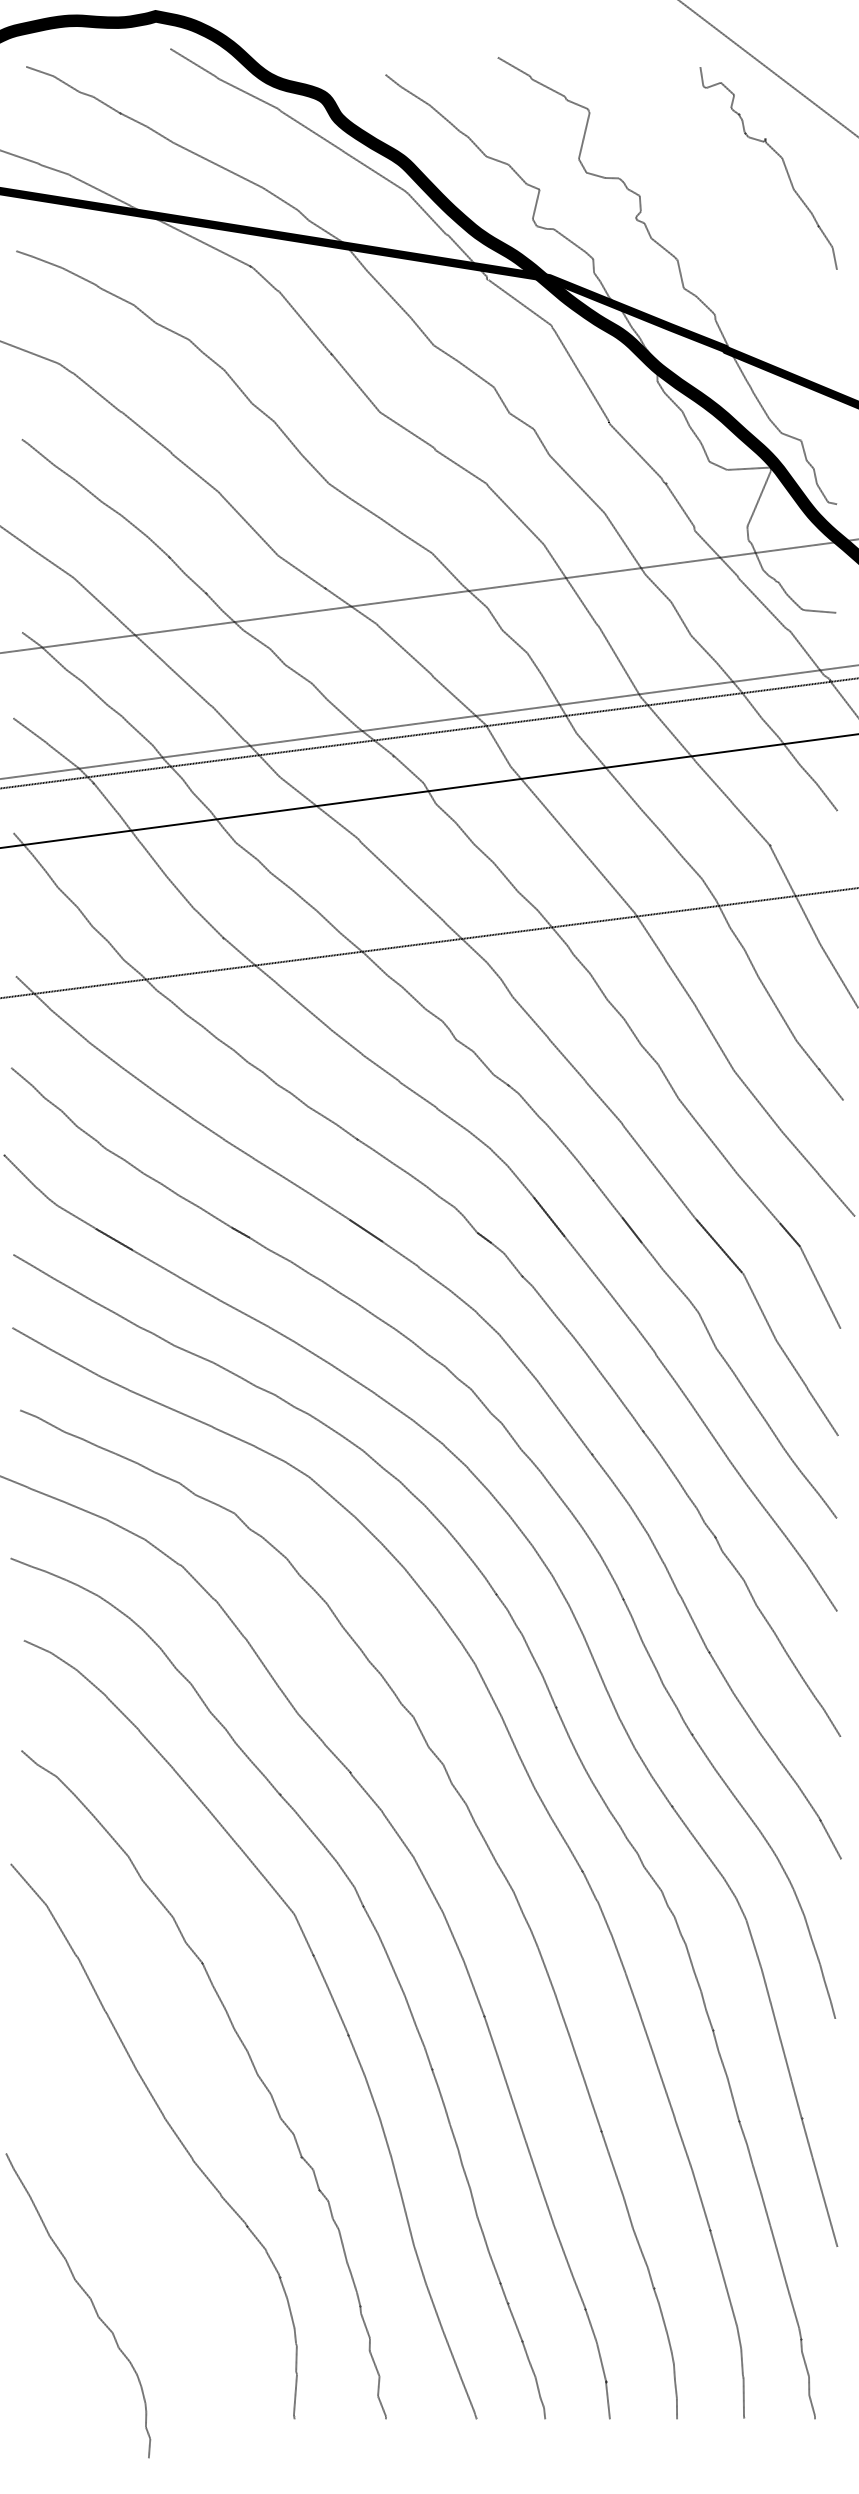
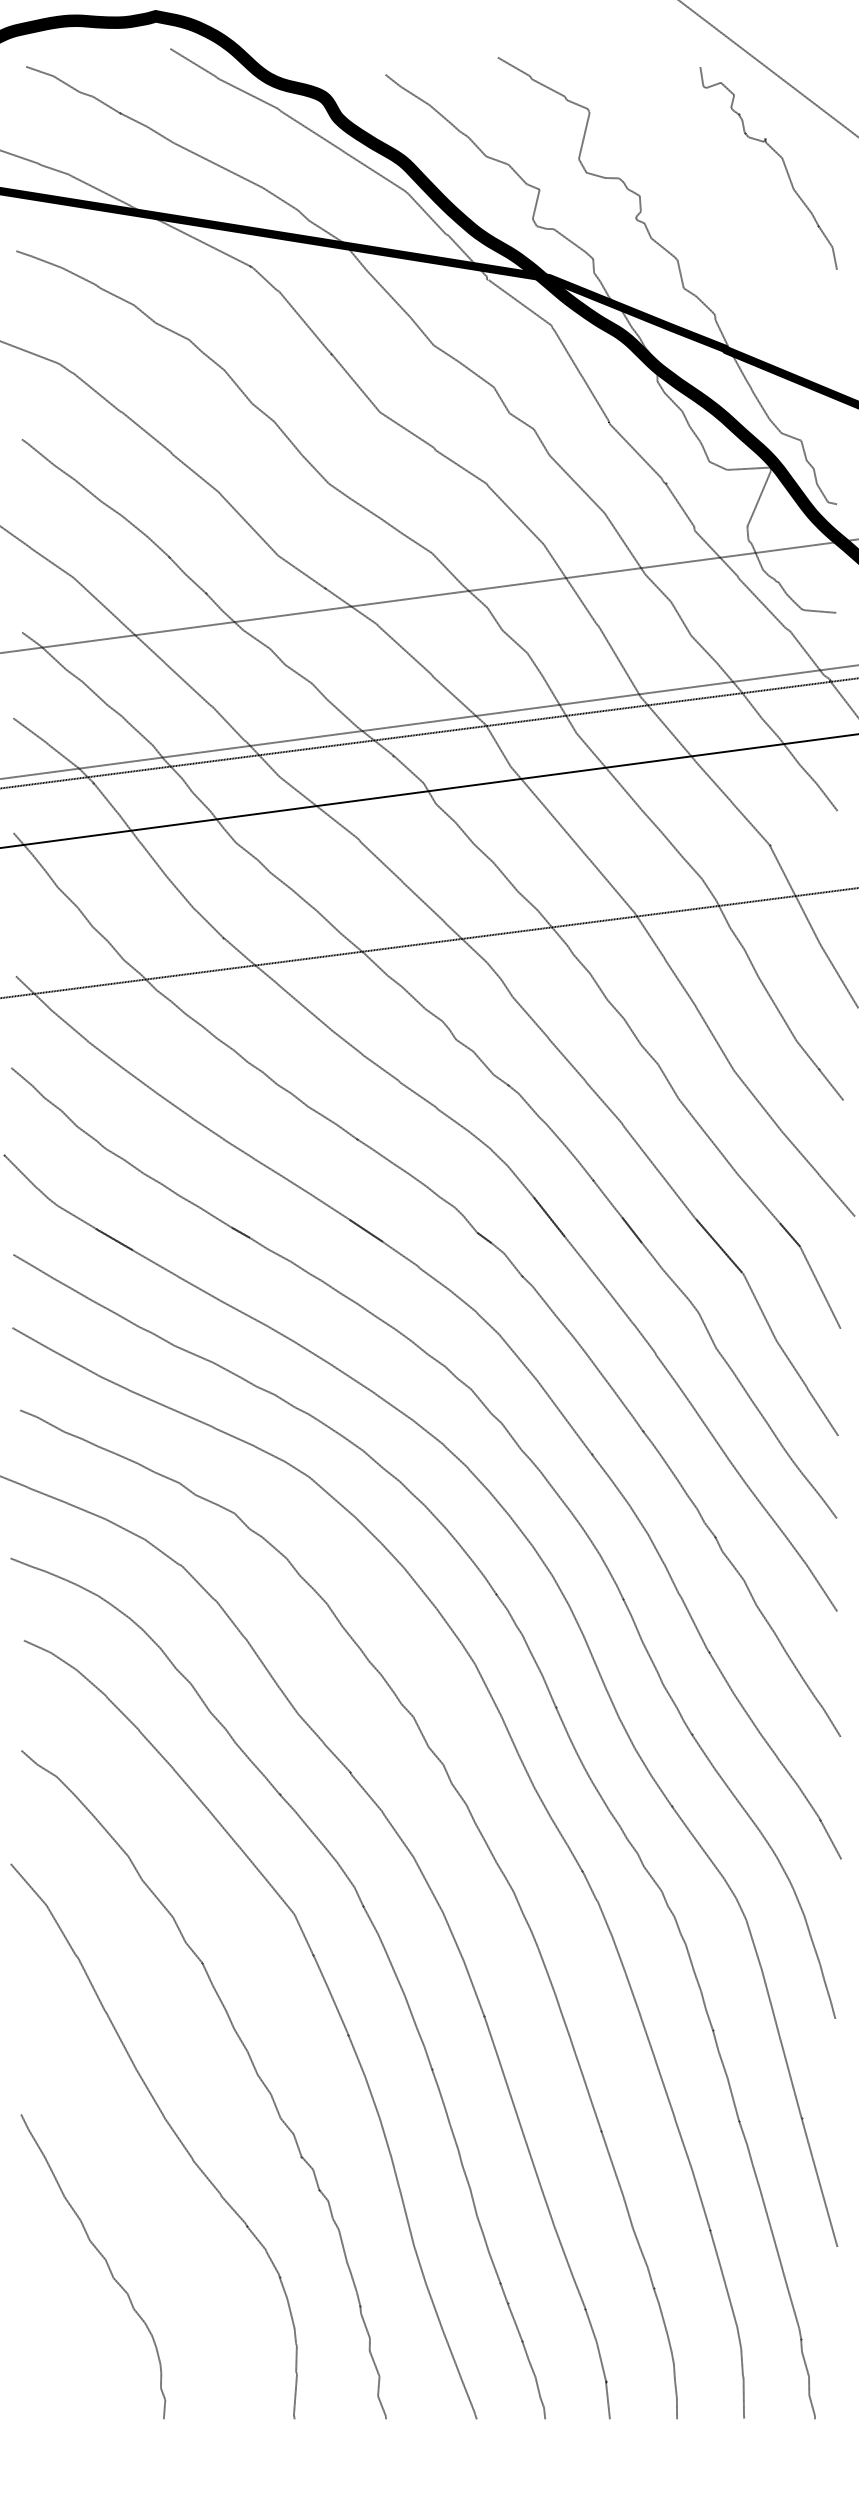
curve at (87, 2296) position: (87, 2296) -> (102, 2257)
